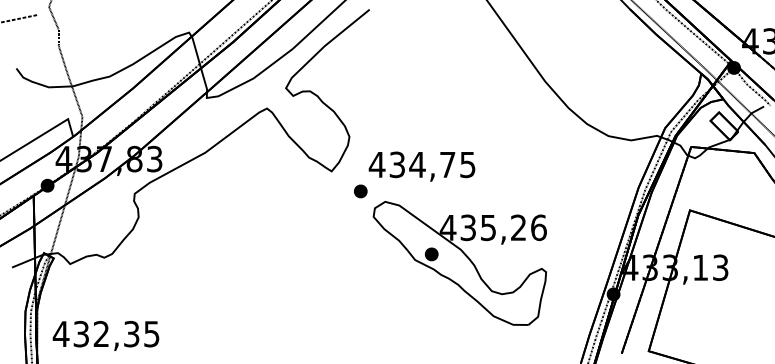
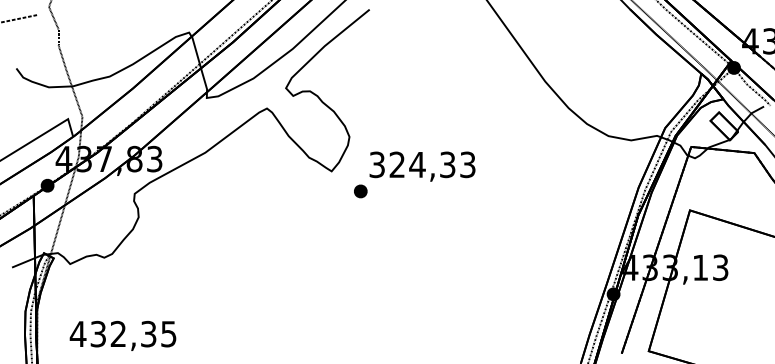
text at (421, 164): 434,75 -> 324,33
part at (459, 263): present -> none
text at (105, 335) position: (105, 335) -> (122, 335)
